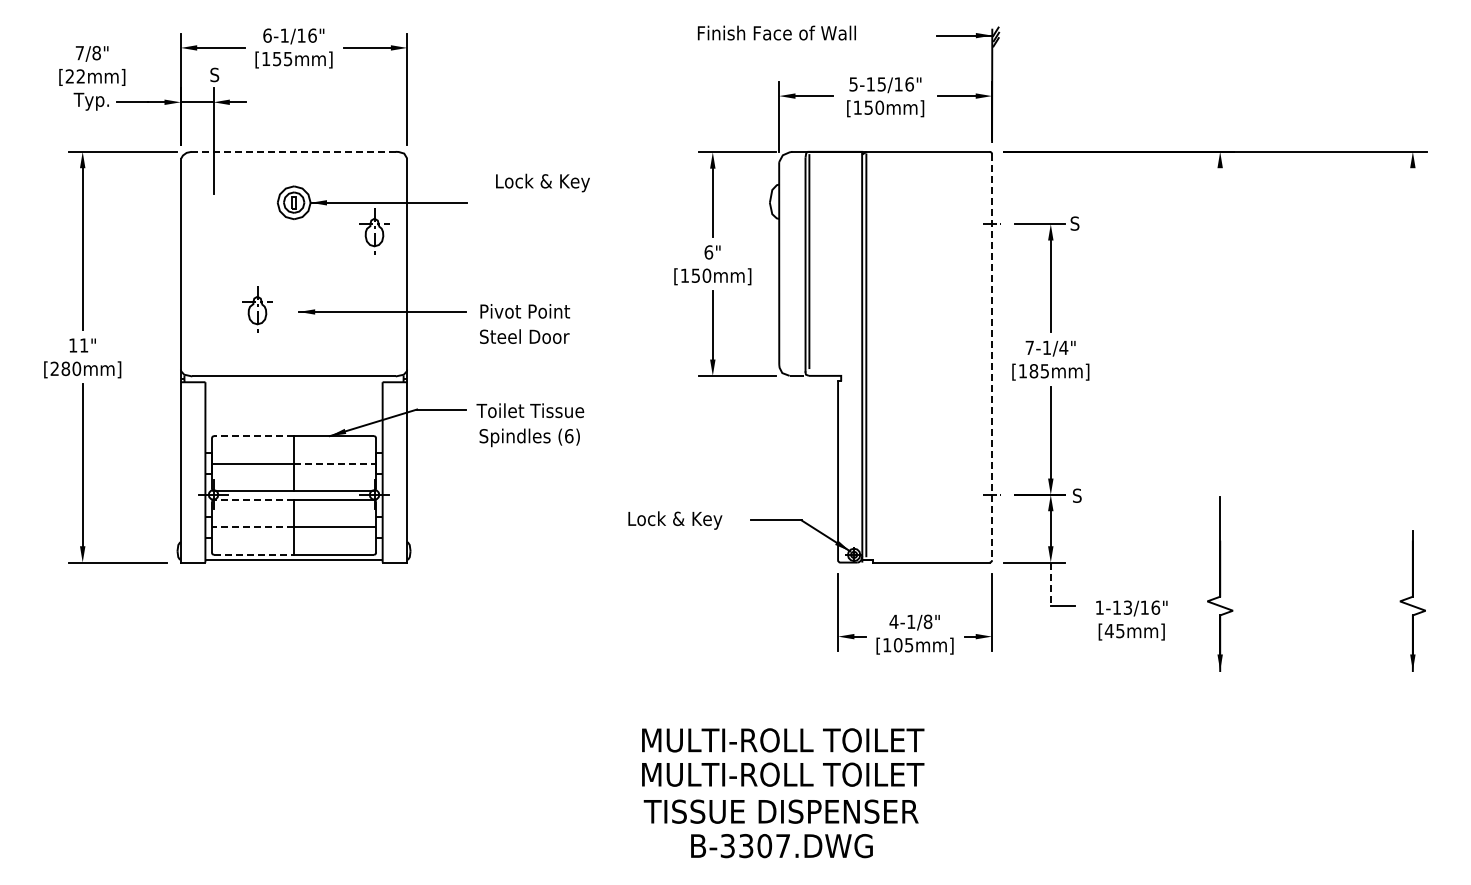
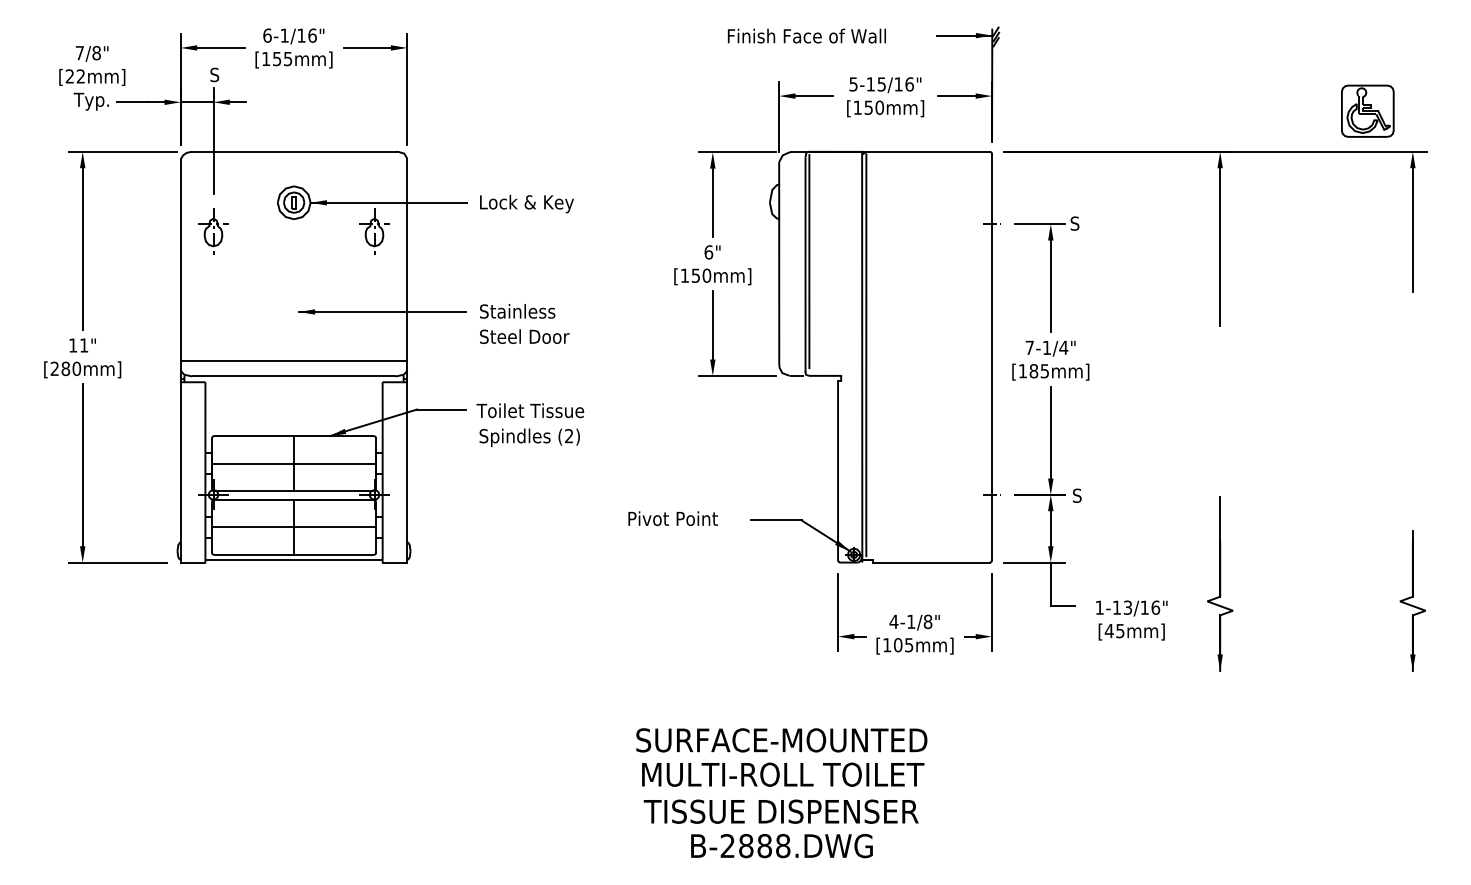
text at (776, 32) position: (776, 32) -> (806, 35)
part at (1367, 110): none -> present
line at (294, 151): dashed -> solid
text at (542, 182) position: (542, 182) -> (526, 203)
line at (1412, 230): none -> present
line at (1220, 246): none -> present
part at (257, 309) position: (257, 309) -> (213, 231)
text at (525, 311): Pivot Point -> Stainless
line at (992, 357): dashed -> solid
line at (293, 360): none -> present
line at (254, 436): dashed -> solid
text at (569, 436): (6) -> (2)
line at (335, 463): dashed -> solid
line at (254, 499): dashed -> solid
text at (676, 520): Lock & Key -> Pivot Point
line at (252, 527): dashed -> solid
line at (254, 554): dashed -> solid
line at (1050, 584): dashed -> solid
text at (781, 740): MULTI-ROLL TOILET -> SURFACE-MOUNTED
text at (755, 846): B-3307.DWG -> B-2888.DWG
